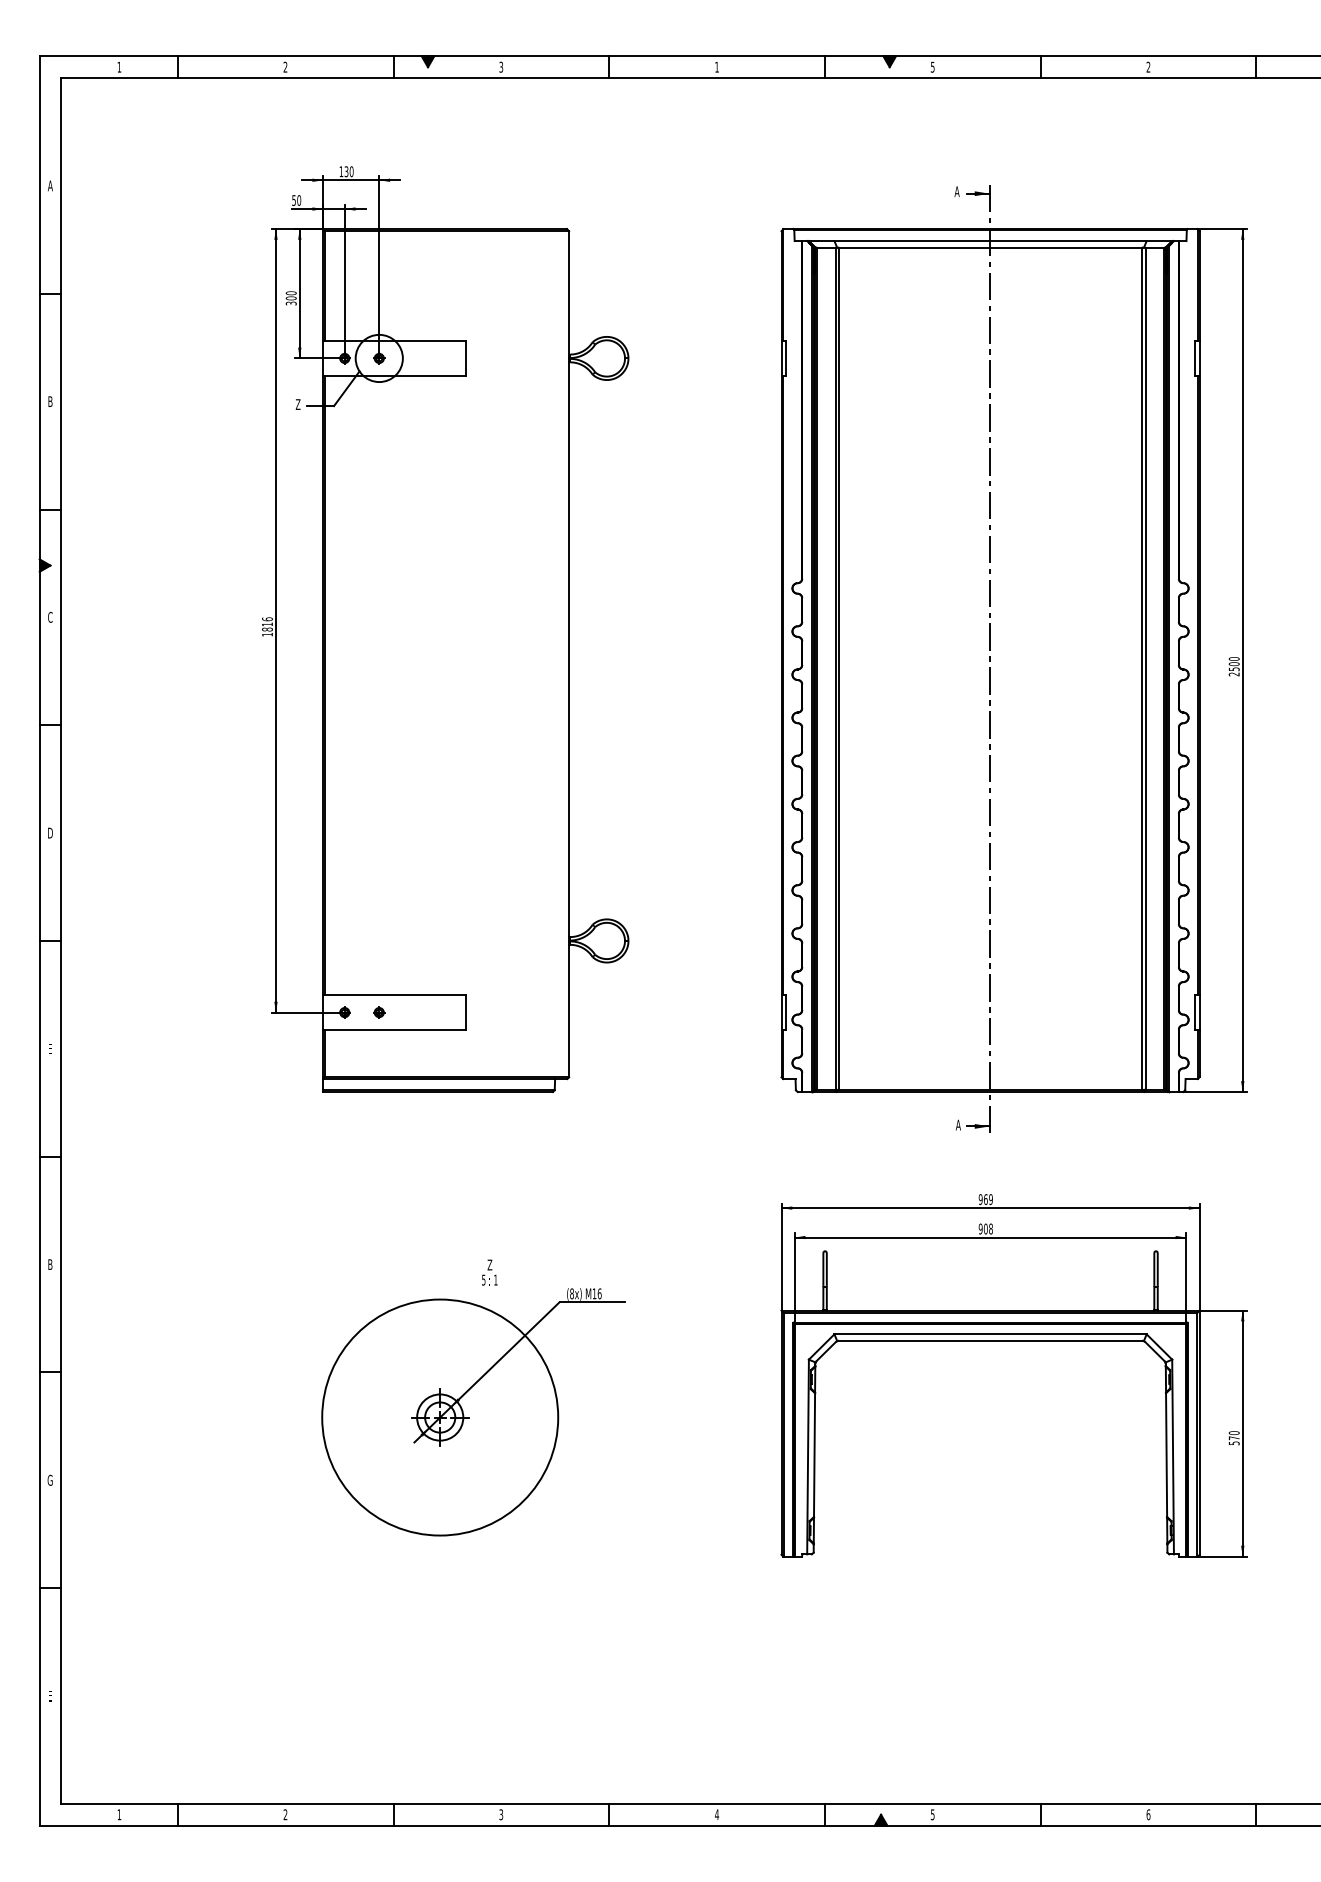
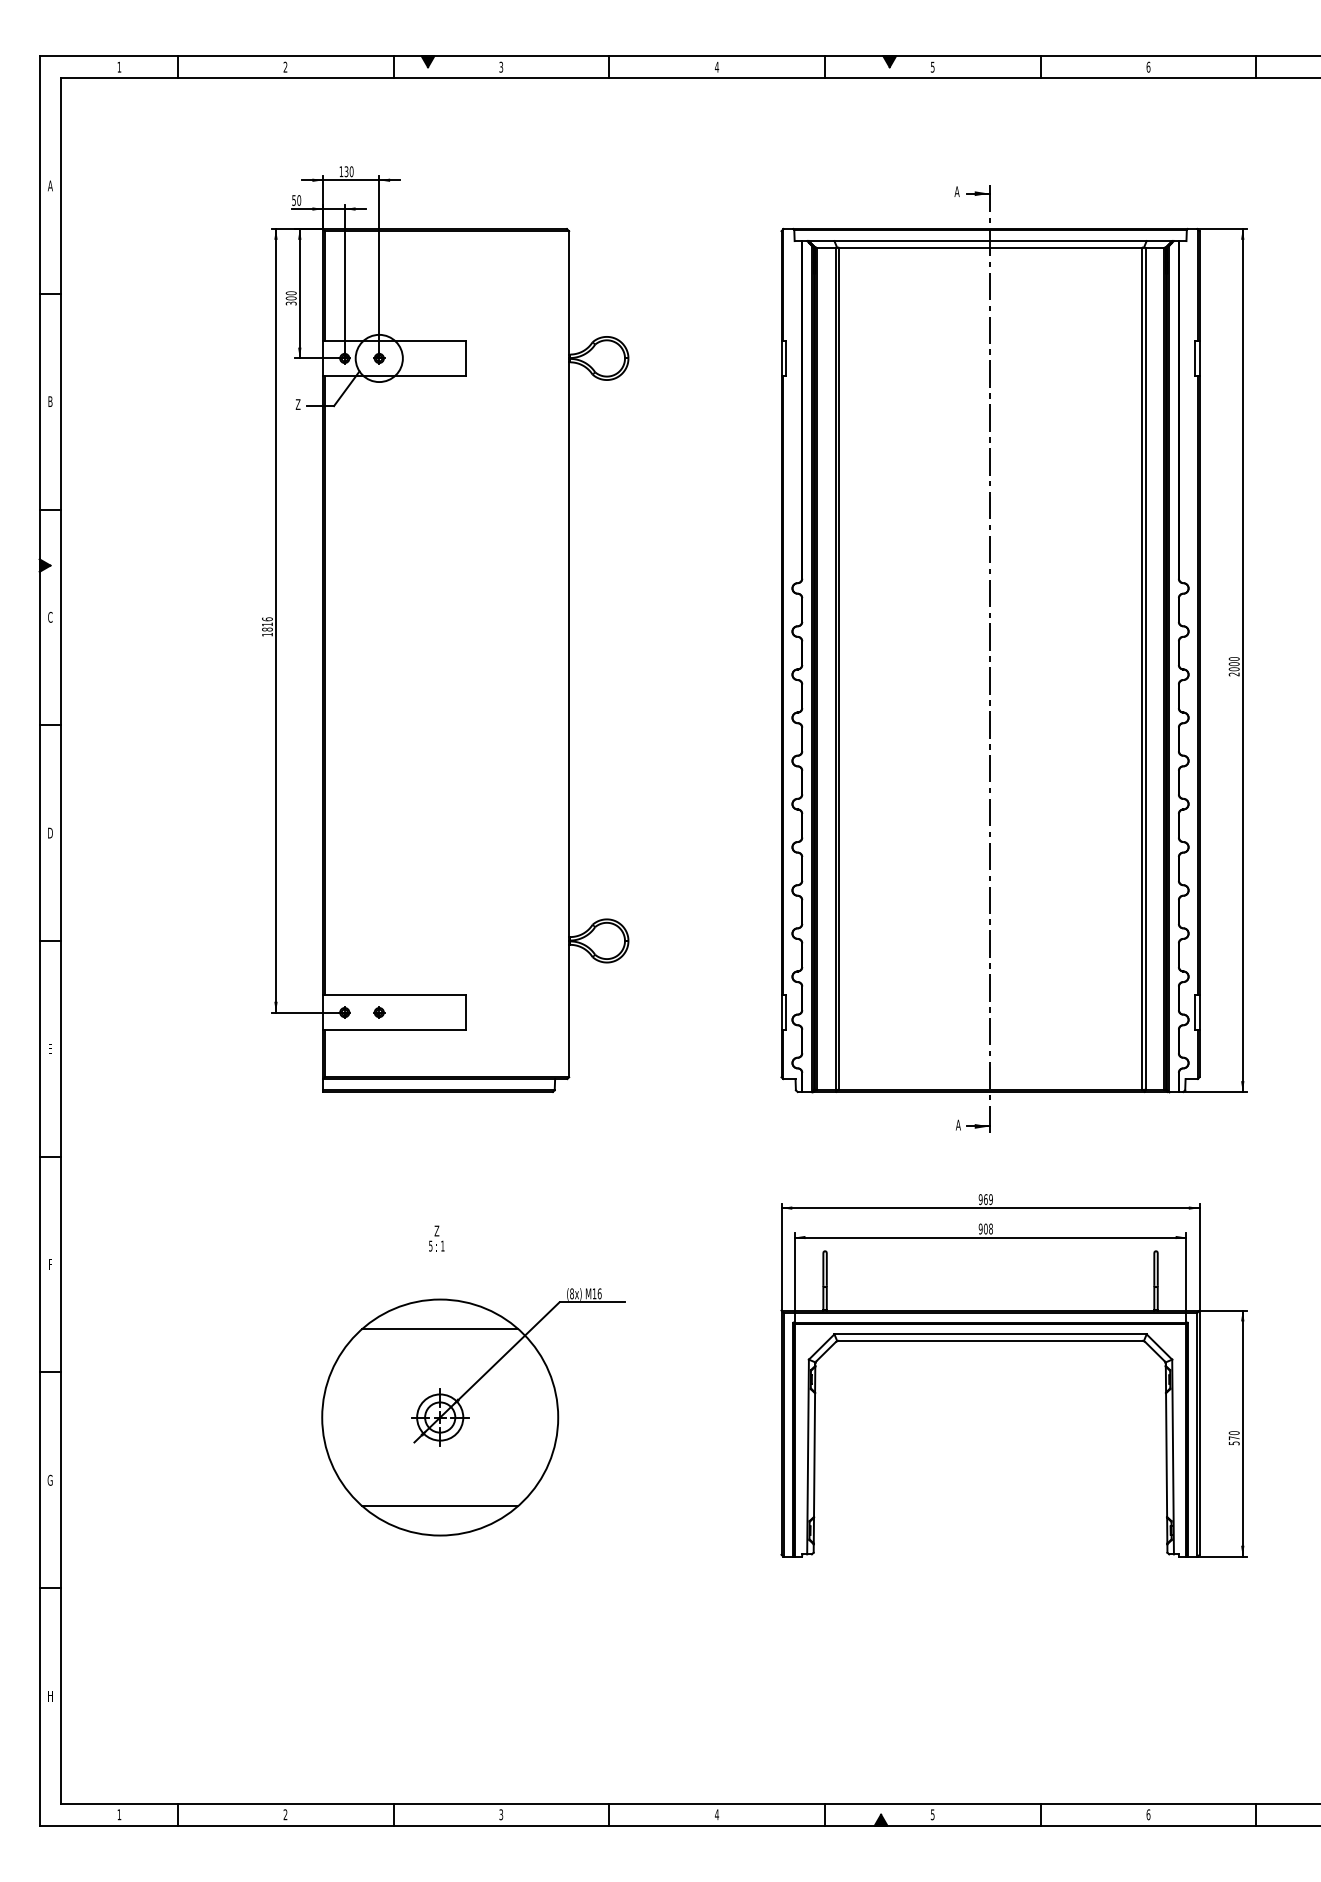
text at (1148, 66): 2 -> 6
text at (716, 67): 1 -> 4
text at (1233, 669): 2500 -> 2000
text at (50, 1264): B -> F
text at (489, 1272) position: (489, 1272) -> (436, 1238)
line at (440, 1329): none -> present
line at (440, 1506): none -> present
text at (50, 1696): E -> H
